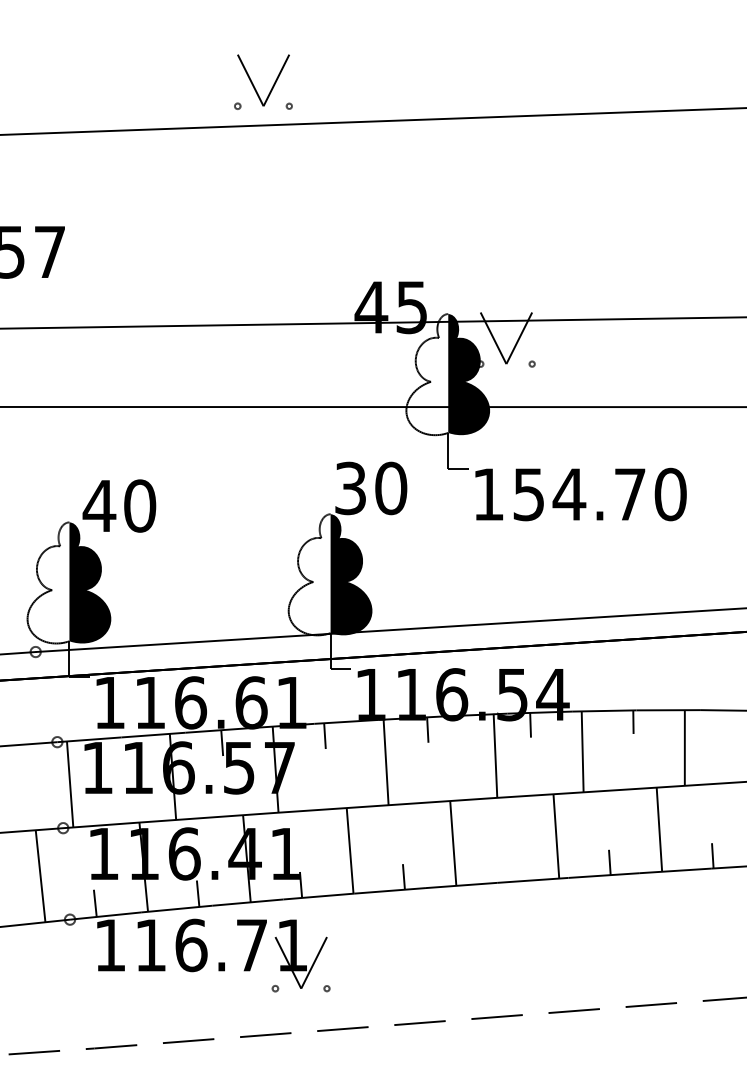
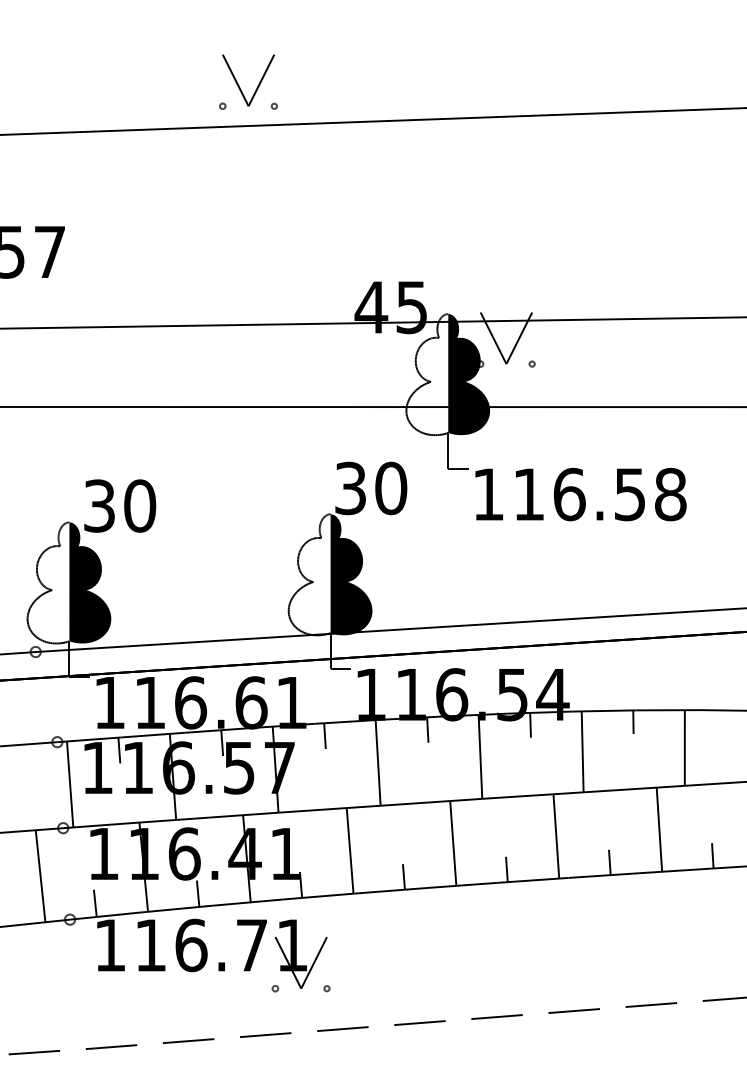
part at (254, 85) position: (254, 85) -> (239, 85)
text at (599, 494): 154.70 -> 116.58
text at (99, 505): 40 -> 30
line at (119, 750): none -> present
line at (495, 755) position: (495, 755) -> (480, 756)
line at (385, 762) position: (385, 762) -> (377, 762)
line at (506, 869): none -> present
